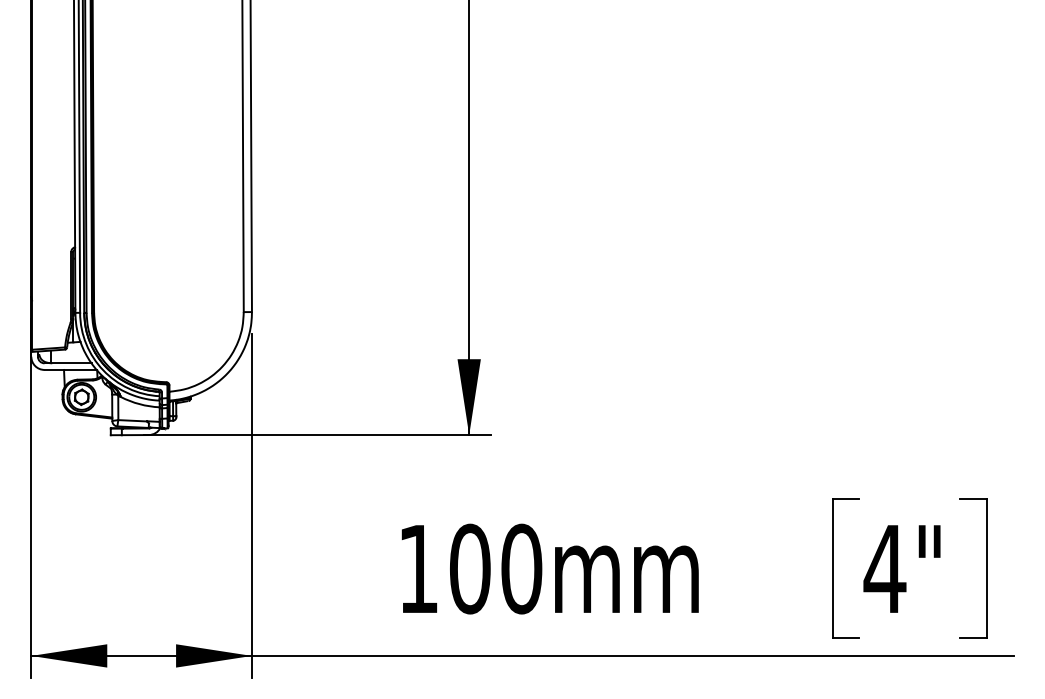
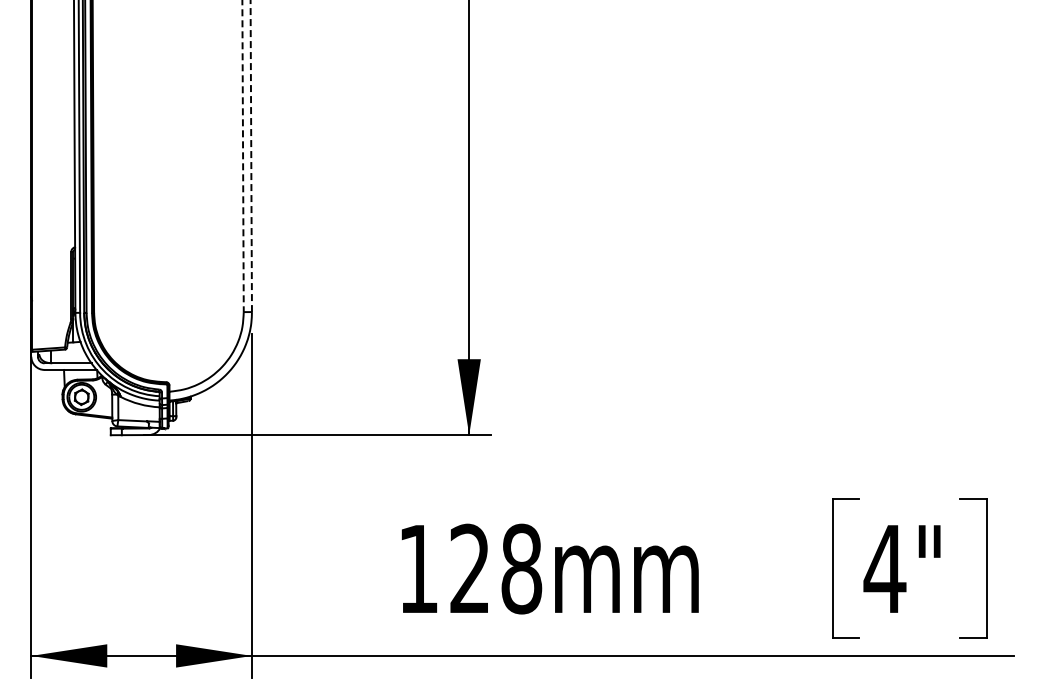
line at (243, 156): solid -> dashed
line at (251, 156): solid -> dashed
text at (496, 568): 100mm -> 128mm
